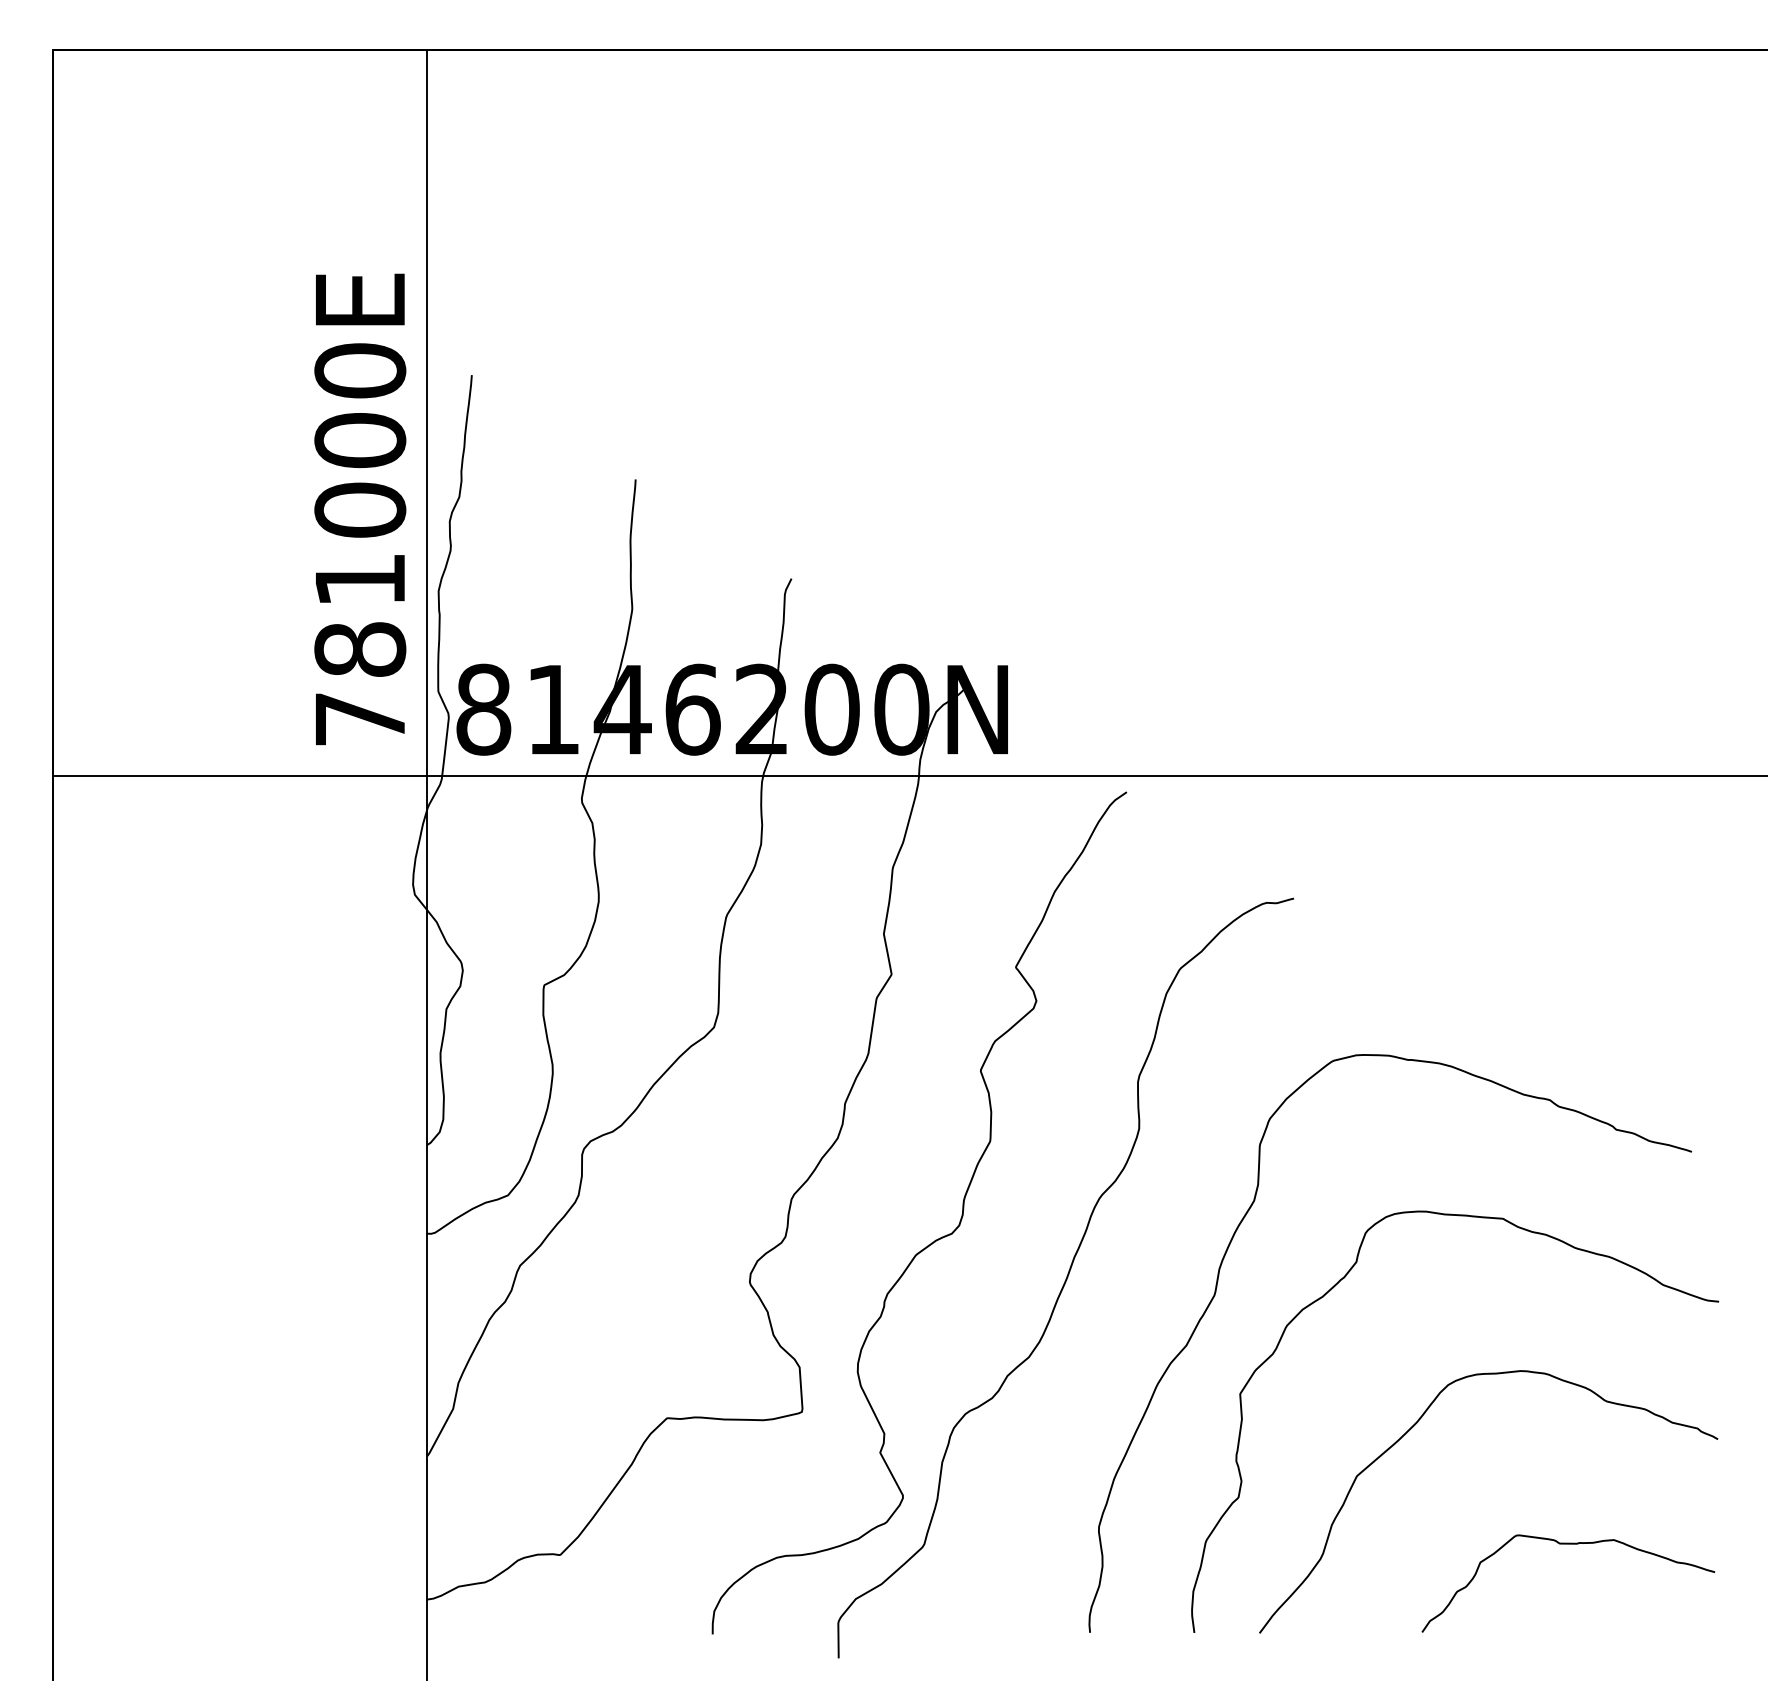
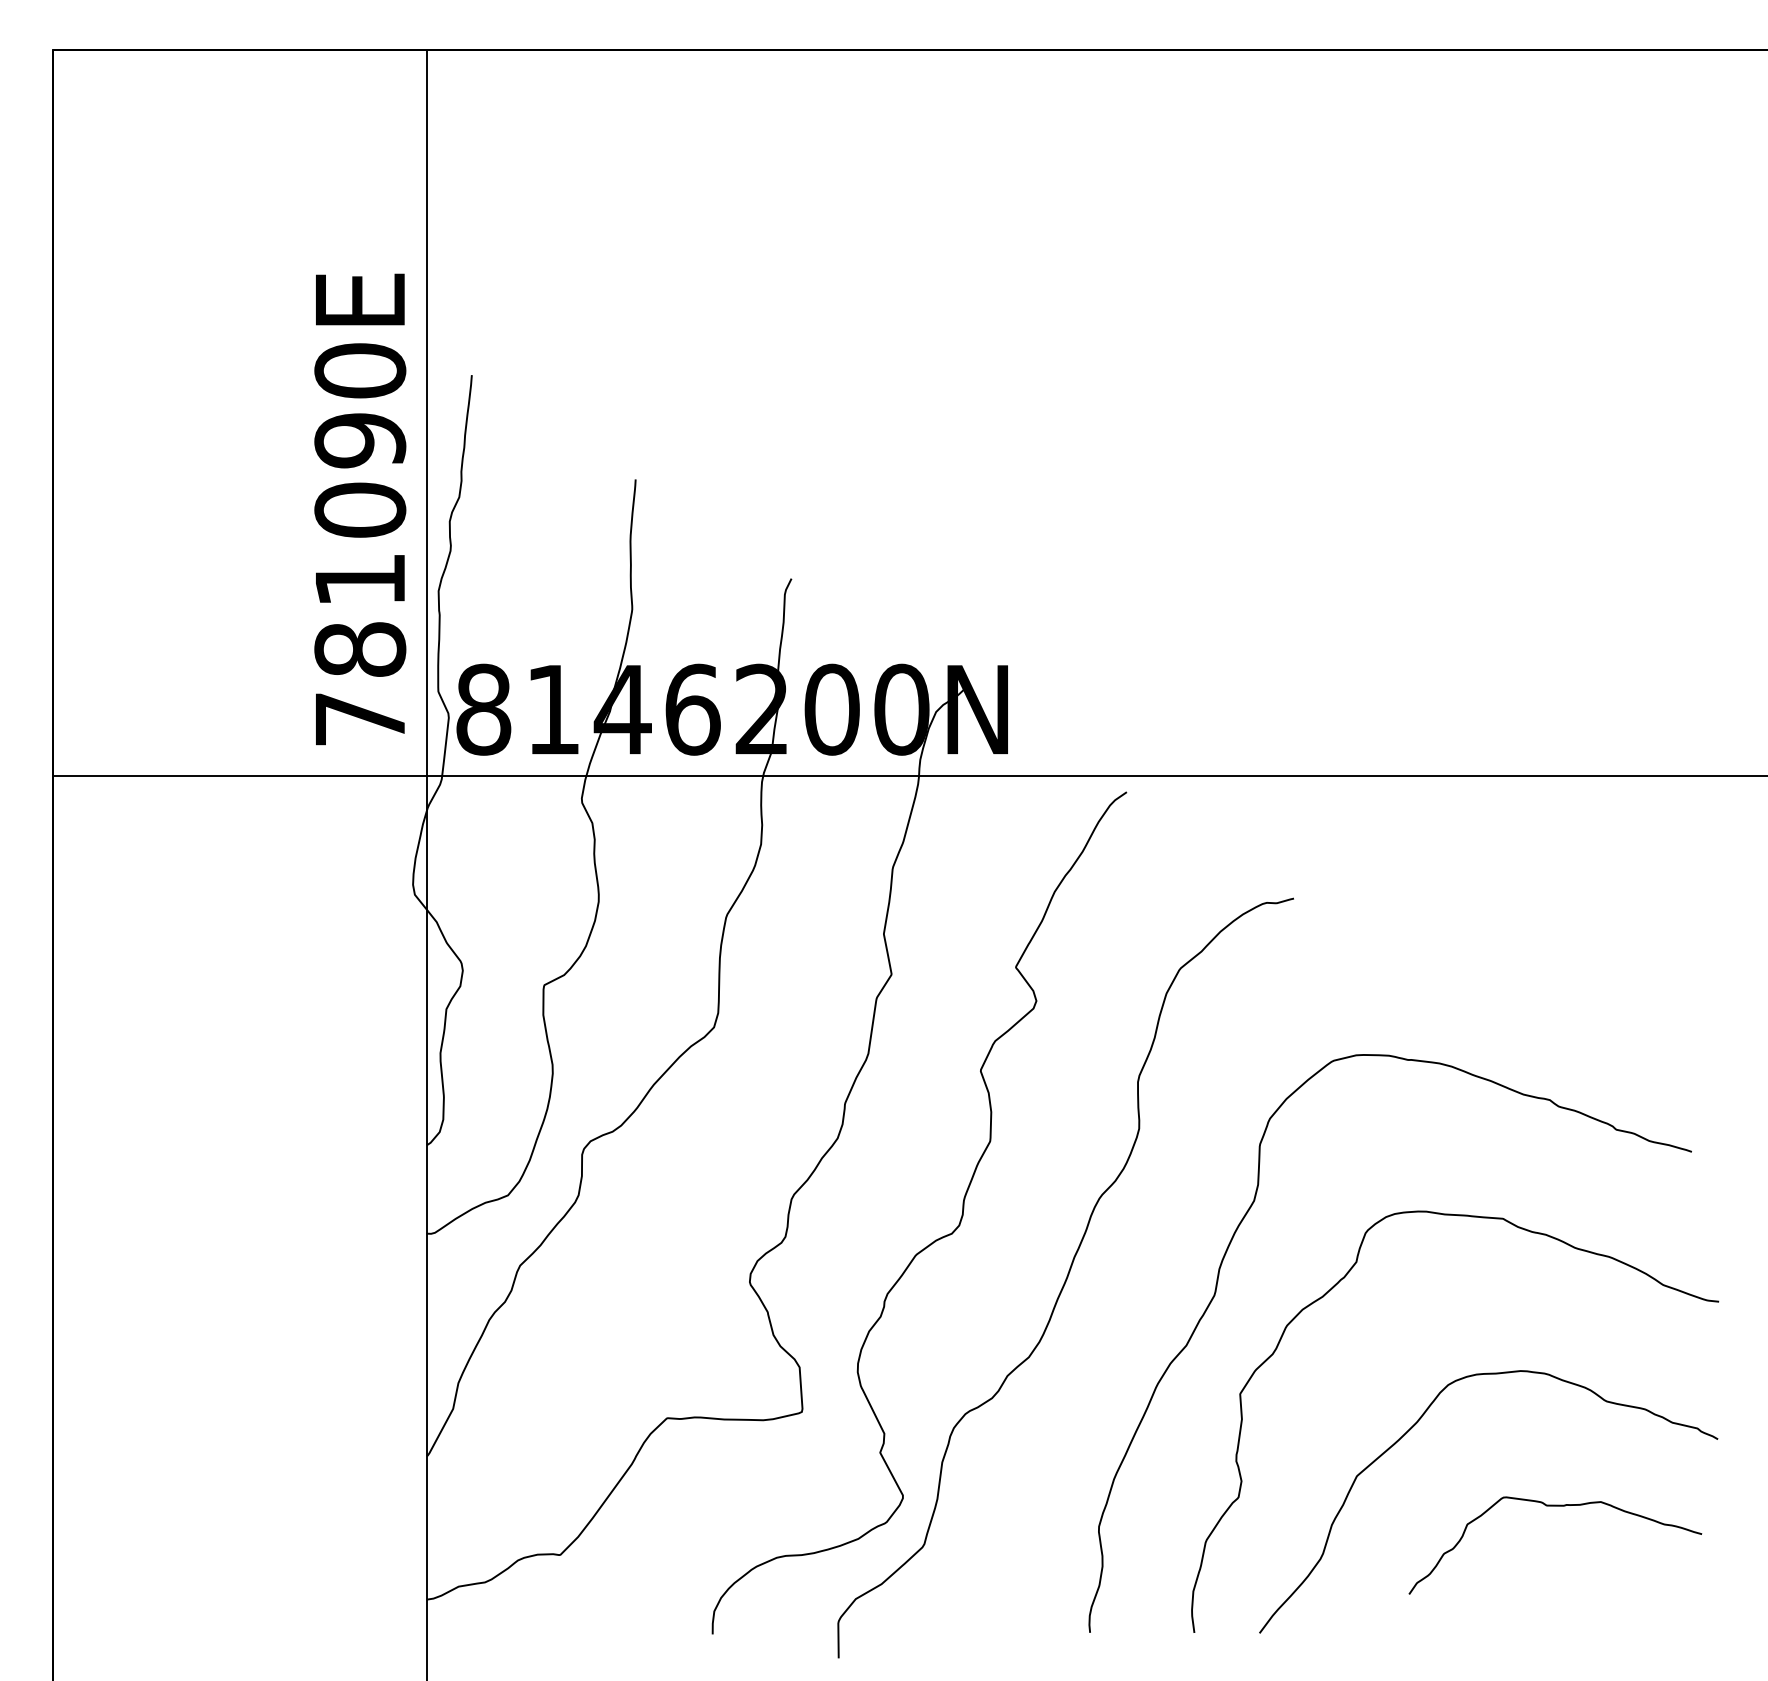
text at (360, 440): 781000E -> 781090E
curve at (1568, 1544) position: (1568, 1544) -> (1555, 1506)
